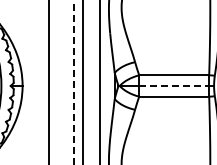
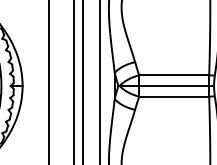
line at (74, 82): dashed -> solid
line at (174, 85): dashed -> solid
